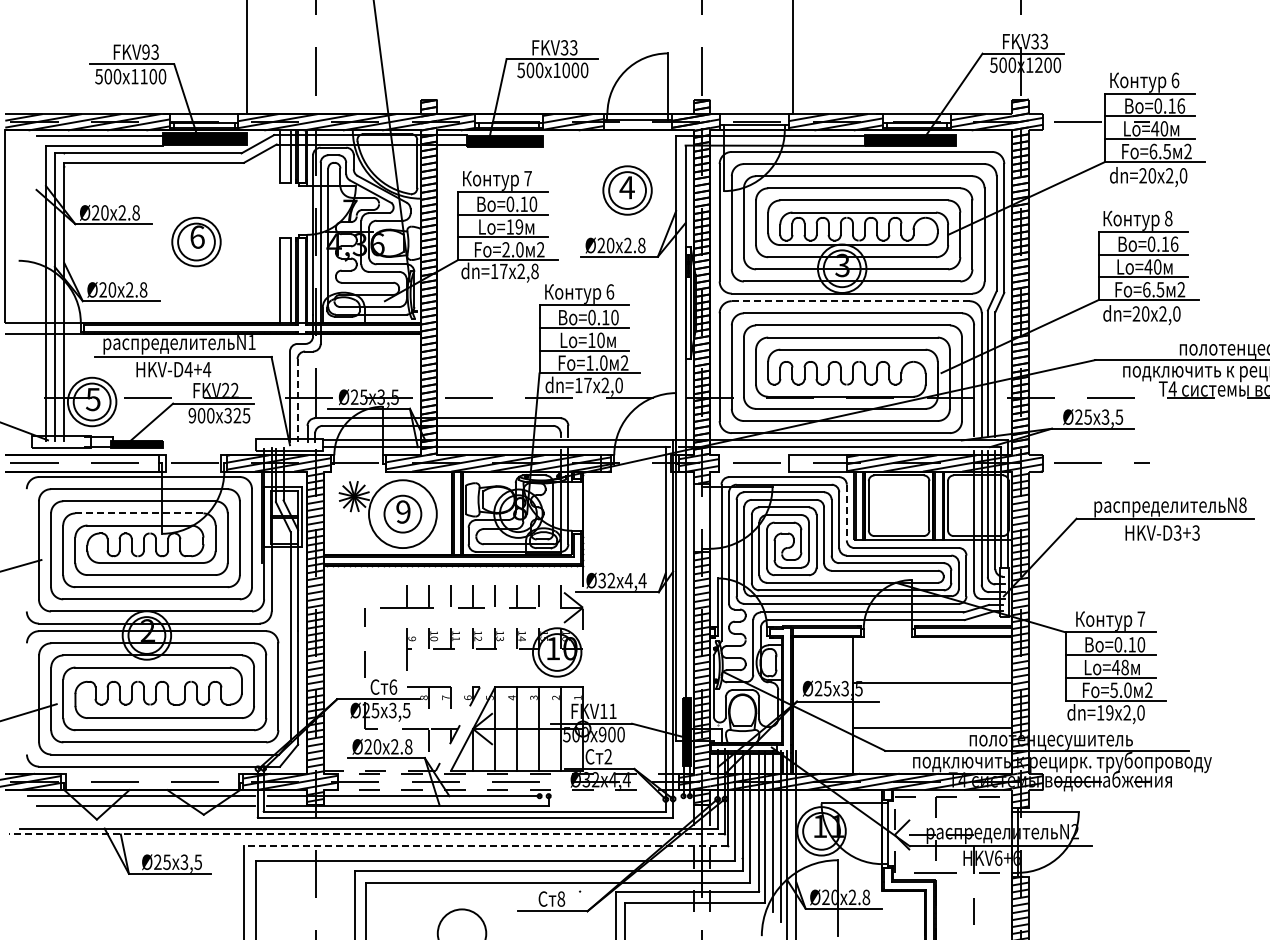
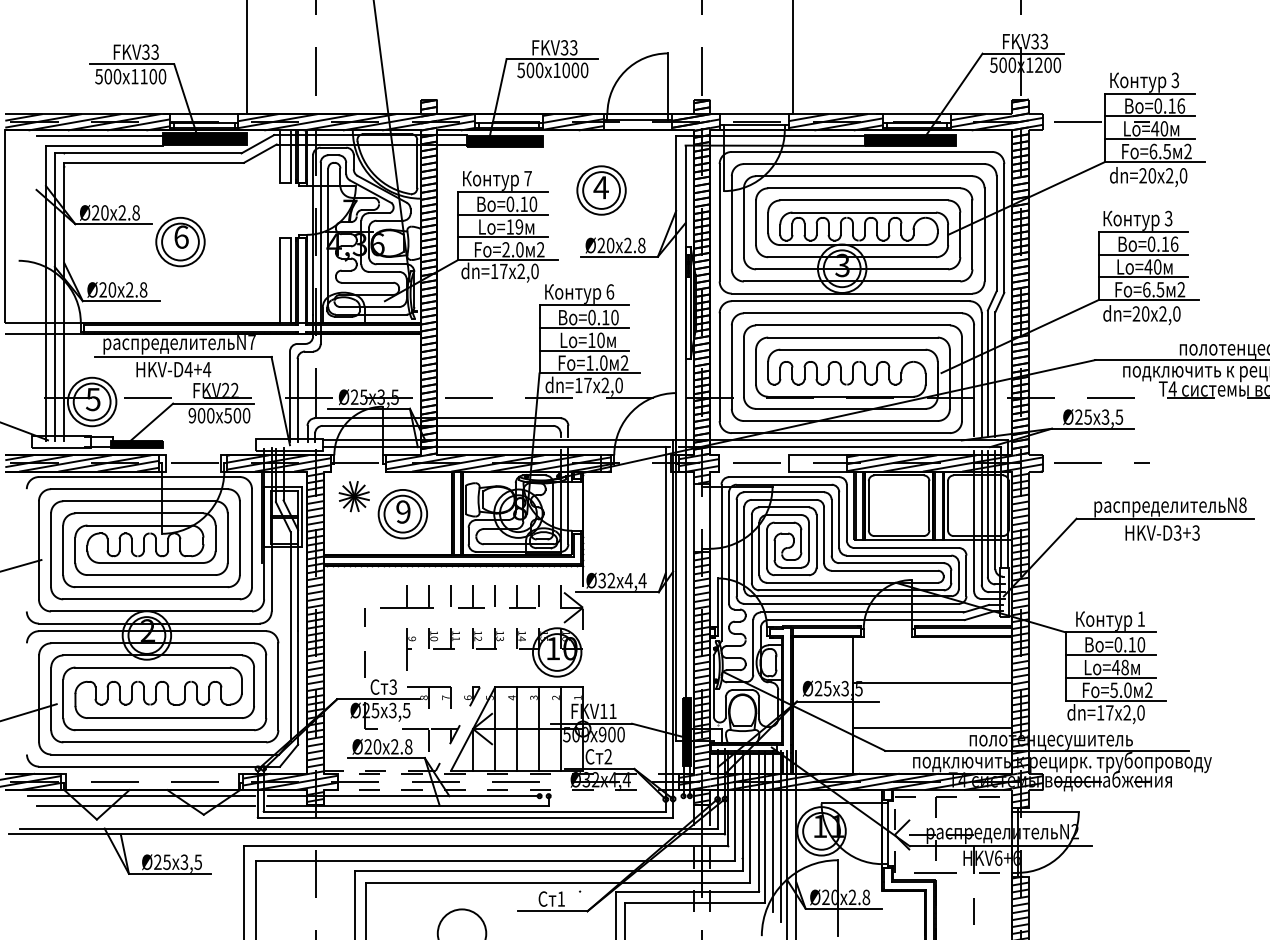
text at (145, 51): FKV93 -> FKV33
text at (1175, 80): 6 -> 3
part at (627, 190) position: (627, 190) -> (601, 190)
text at (1168, 218): 8 -> 3
part at (196, 241) position: (196, 241) -> (180, 241)
text at (534, 271): dn=17x2,8 -> dn=17x2,0
line at (850, 301): dashed -> solid
text at (251, 342): N1 -> N7
line at (297, 400): dashed -> solid
text at (237, 415): 900x325 -> 900x500
hatch at (82, 463): none -> present
line at (846, 512): dashed -> solid
line at (138, 513): dashed -> solid
circle at (402, 514) diameter: 68 px -> 48 px
text at (1141, 618): 7 -> 1
text at (393, 686): 6 -> 3
text at (1109, 712): dn=19x2,0 -> dn=17x2,0
line at (367, 834): dashed -> solid
line at (485, 846): dashed -> solid
text at (561, 898): 8 -> 1
